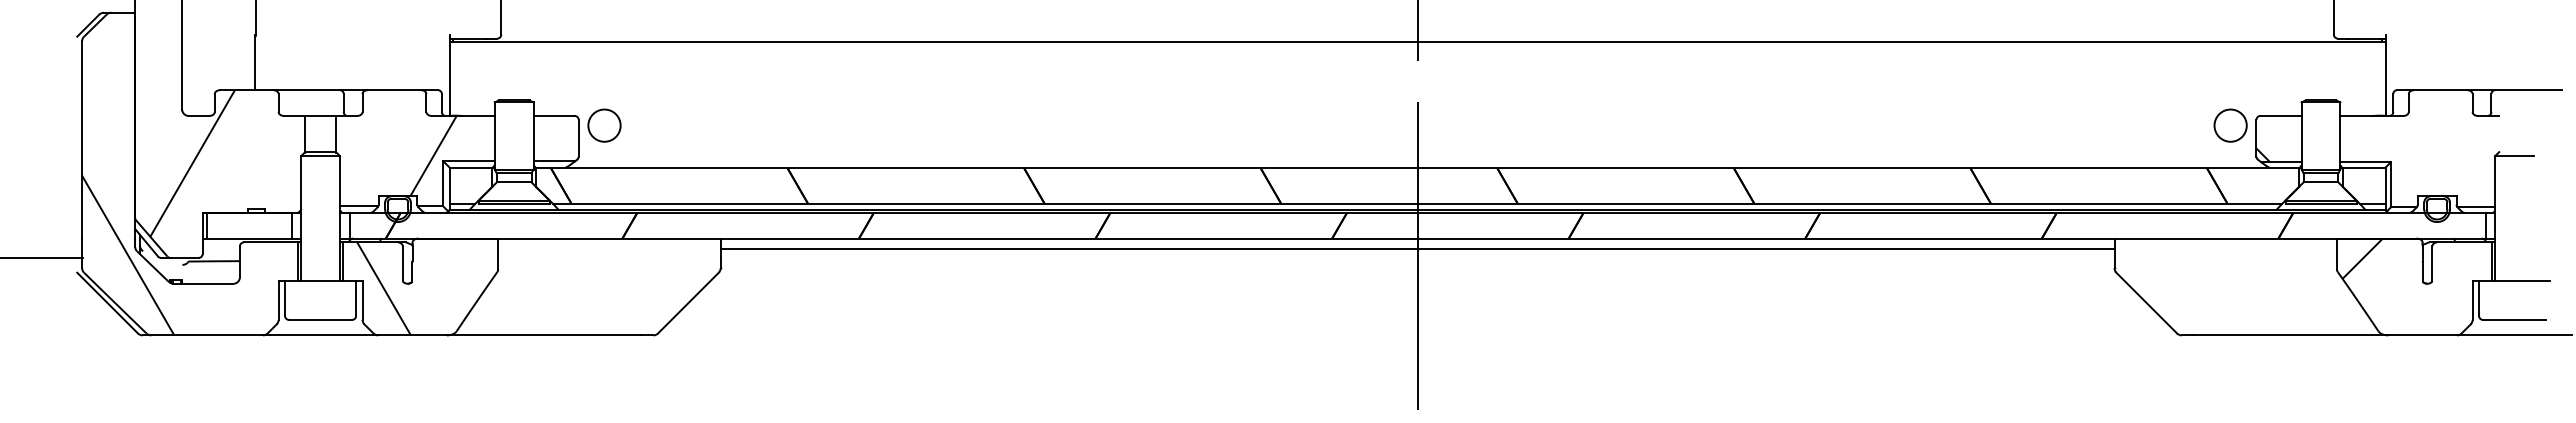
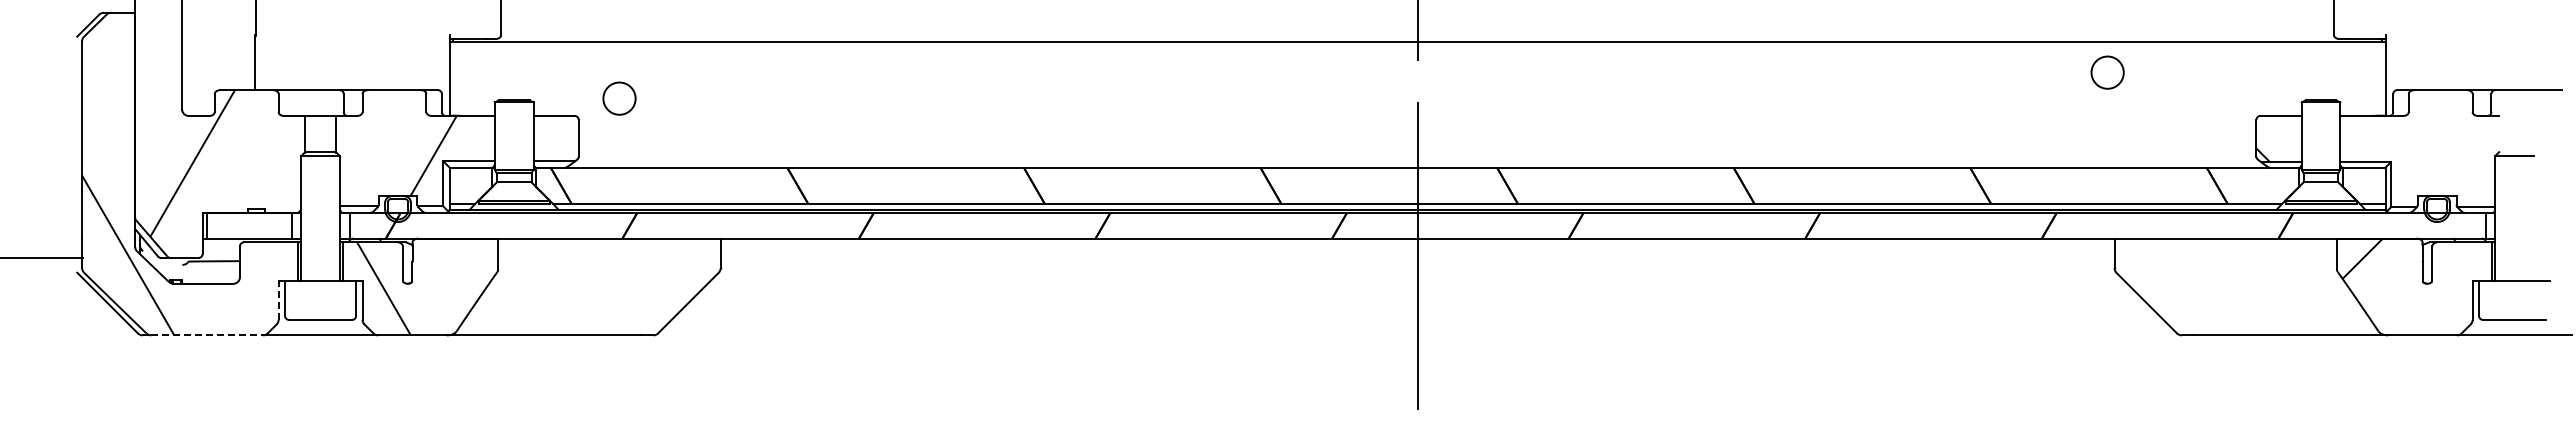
circle at (604, 125) position: (604, 125) -> (619, 98)
circle at (2230, 125) position: (2230, 125) -> (2107, 72)
line at (1417, 248): present -> none
line at (278, 300): solid -> dashed
line at (207, 335): solid -> dashed
